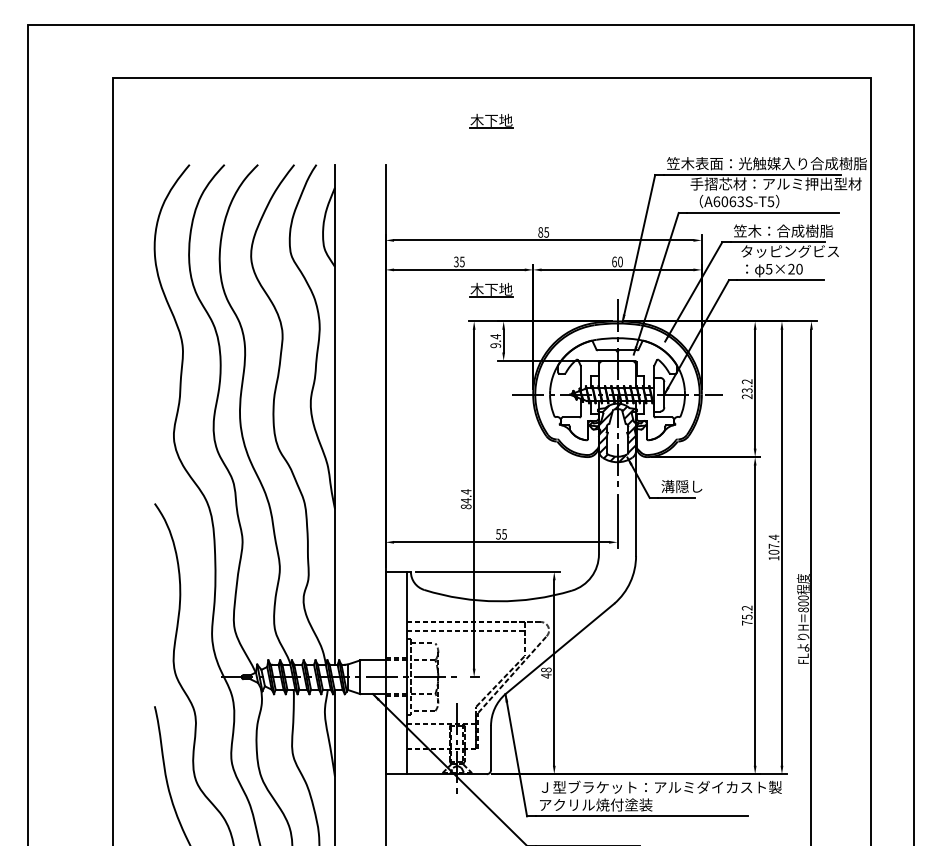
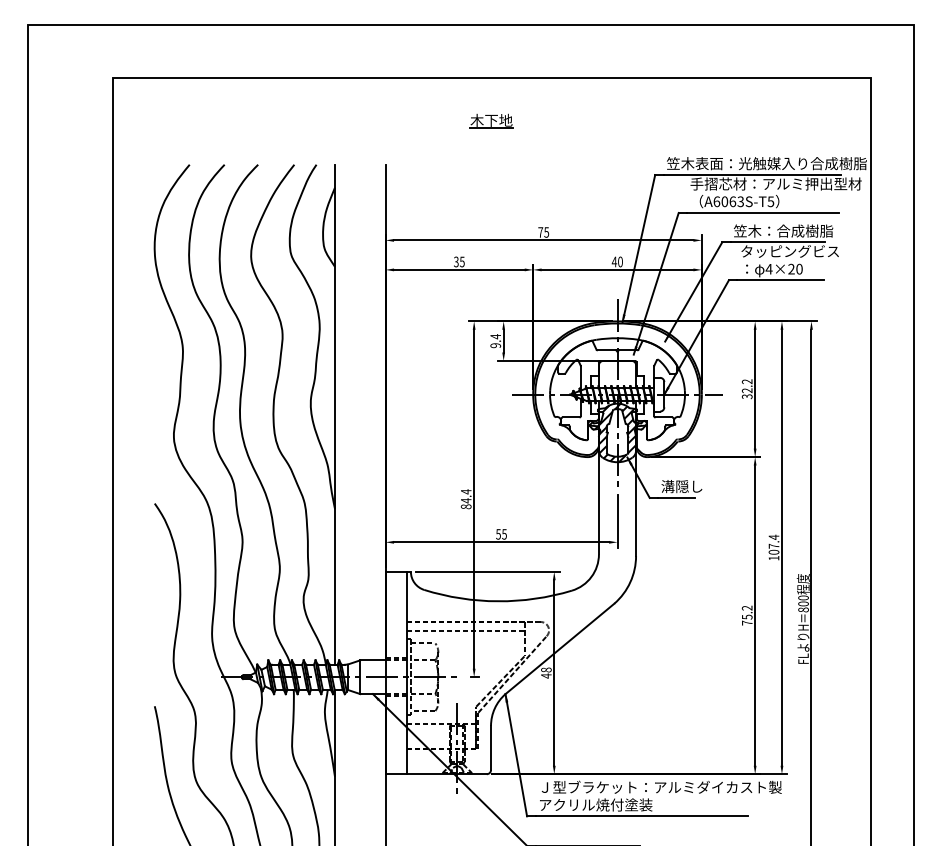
text at (540, 232): 85 -> 75
text at (613, 261): 60 -> 40
text at (768, 269): 5×20 -> 4×20
part at (491, 289): present -> none
text at (747, 393): 23.2 -> 32.2
